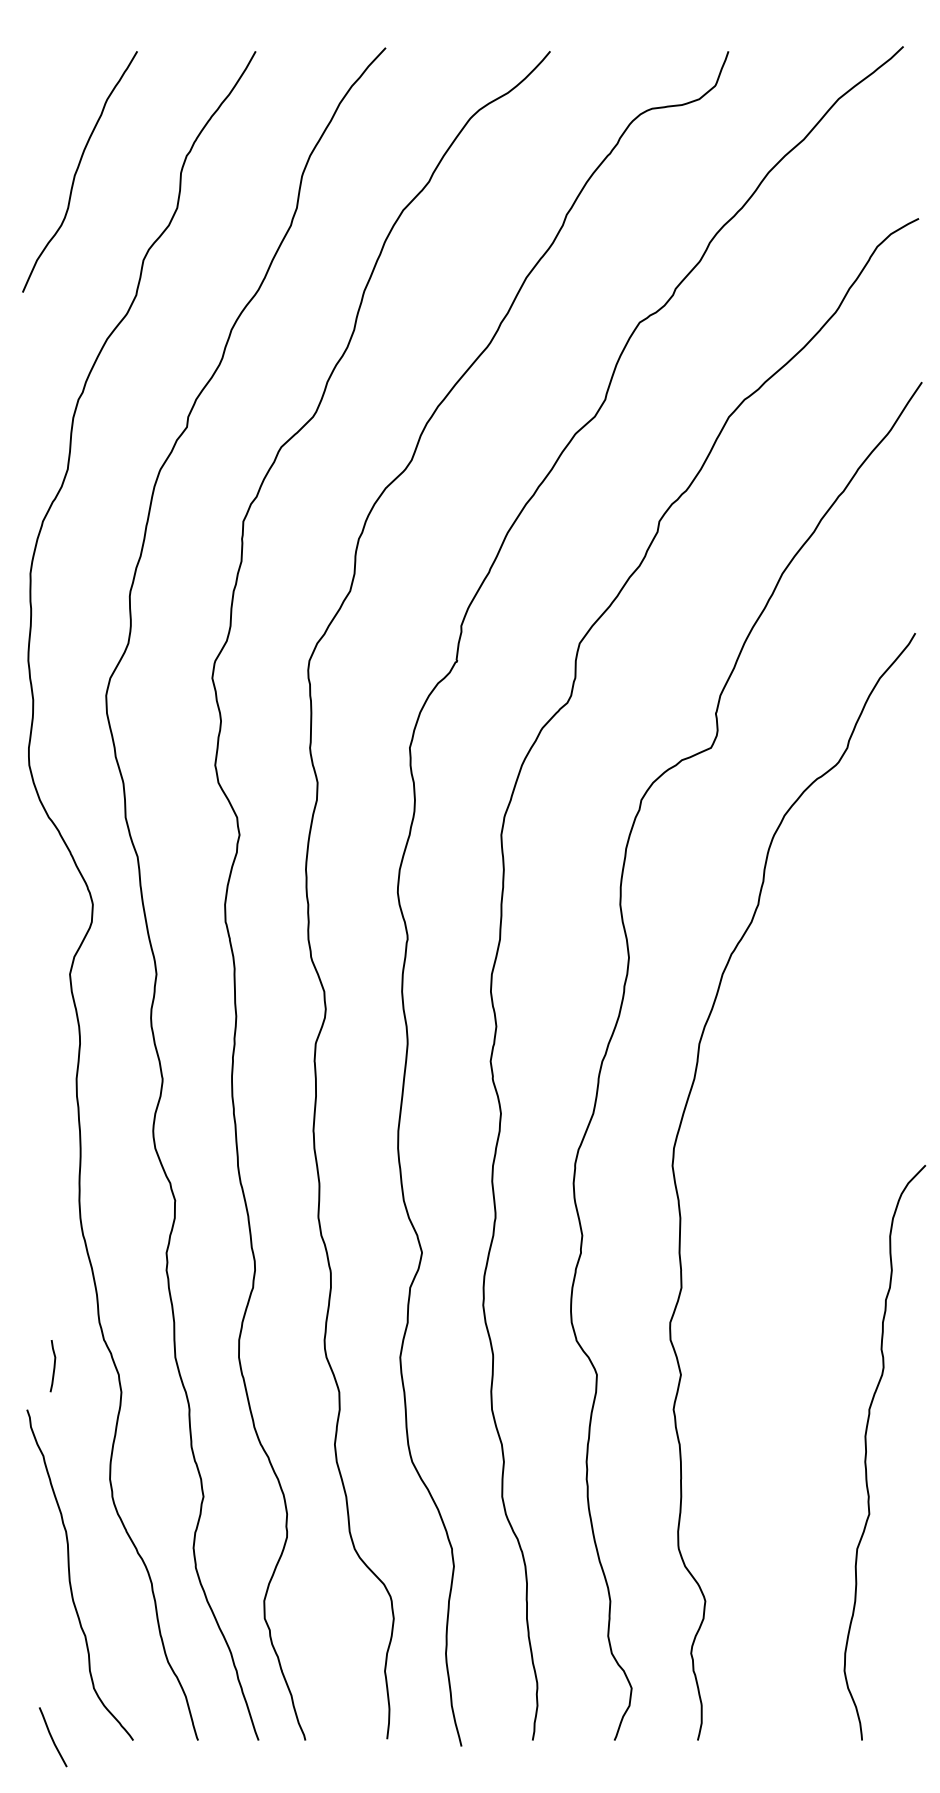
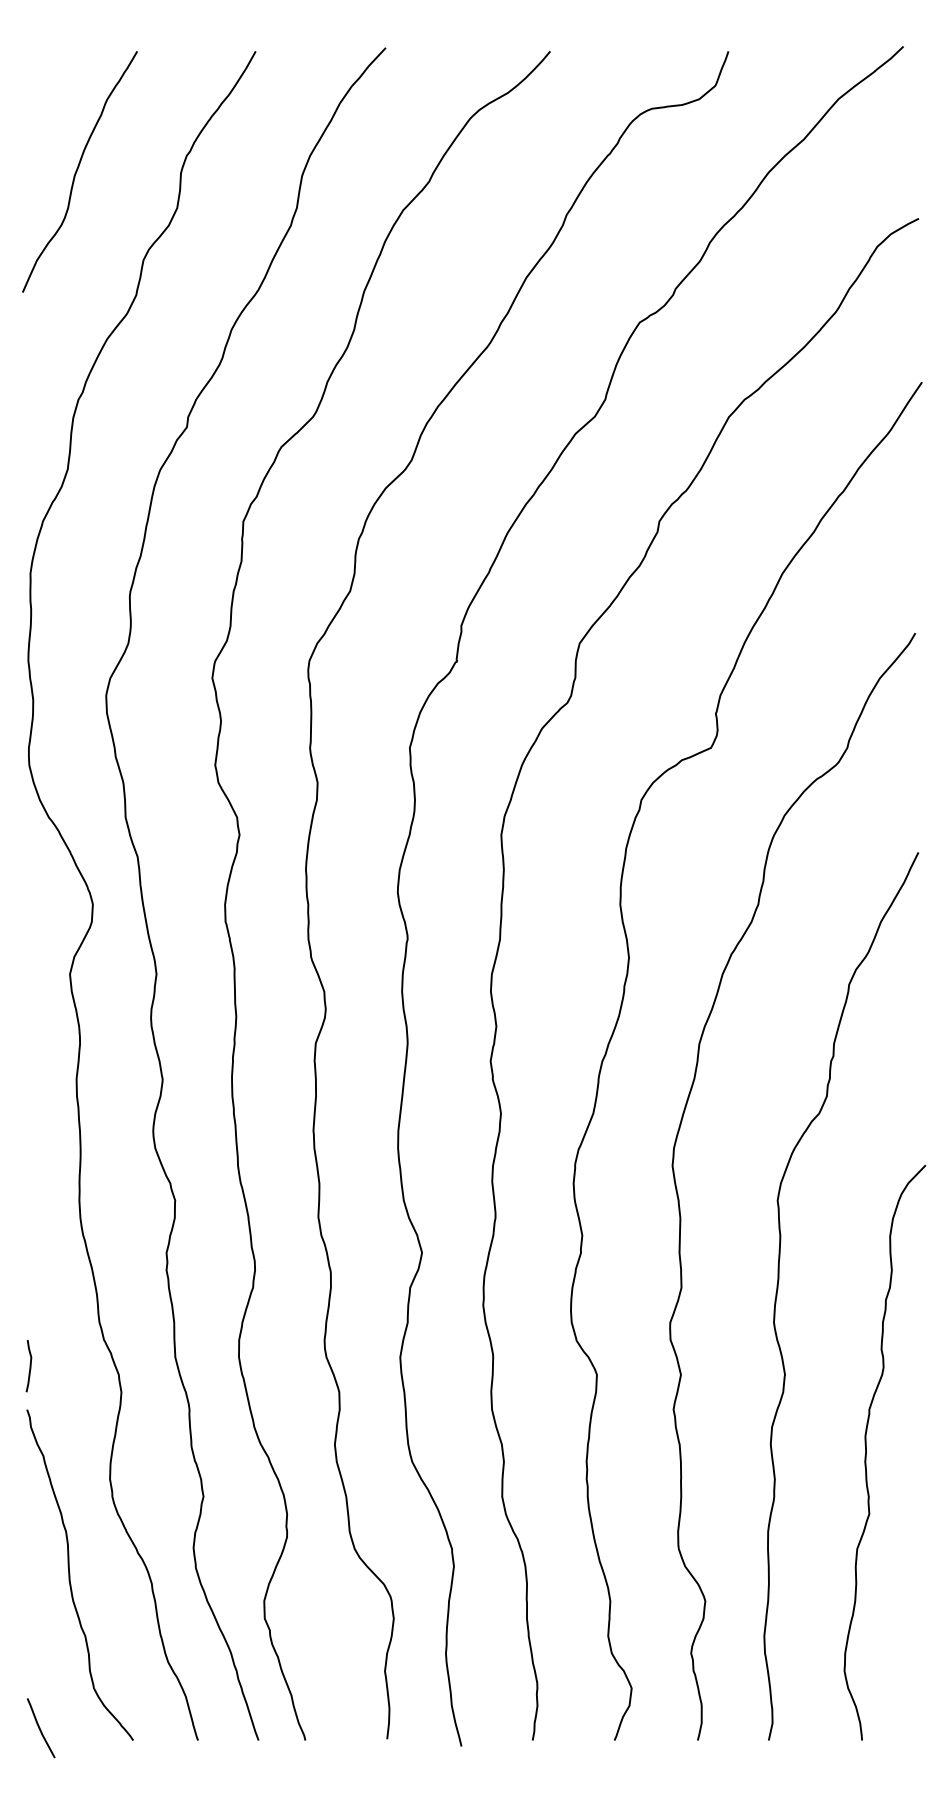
curve at (778, 1289): none -> present
curve at (53, 1366) position: (53, 1366) -> (29, 1366)
line at (52, 1737) position: (52, 1737) -> (40, 1728)
